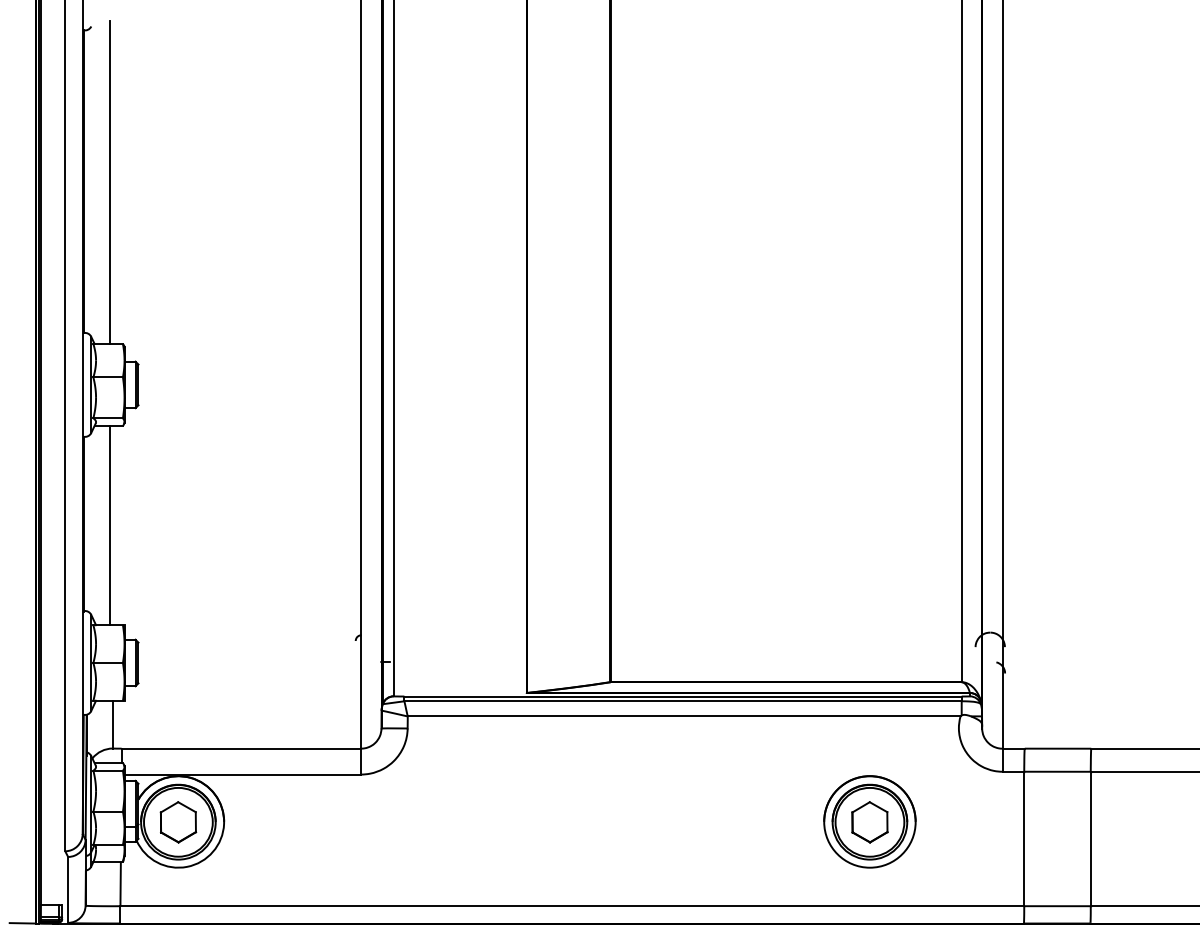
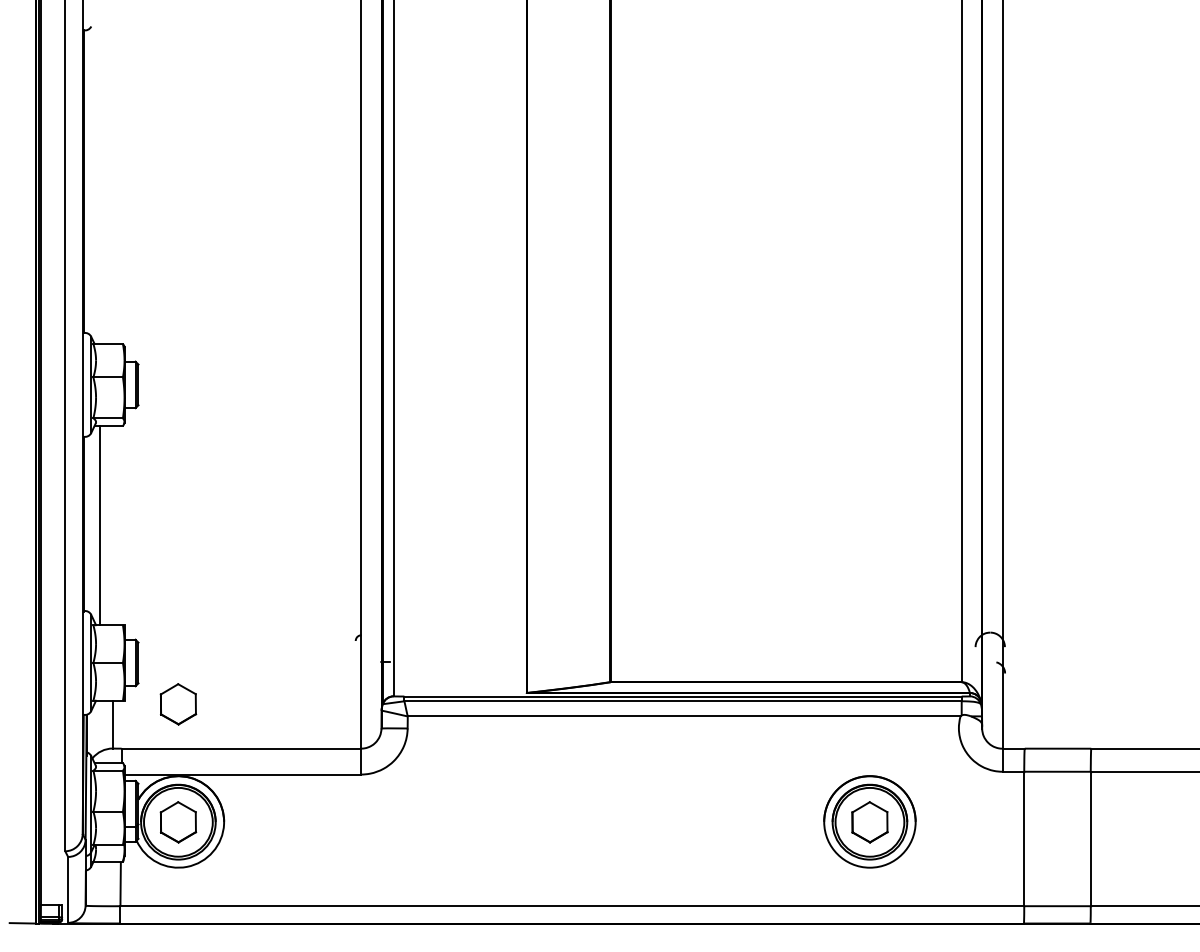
line at (110, 182): present -> none
line at (110, 525) position: (110, 525) -> (100, 525)
part at (178, 704): none -> present
